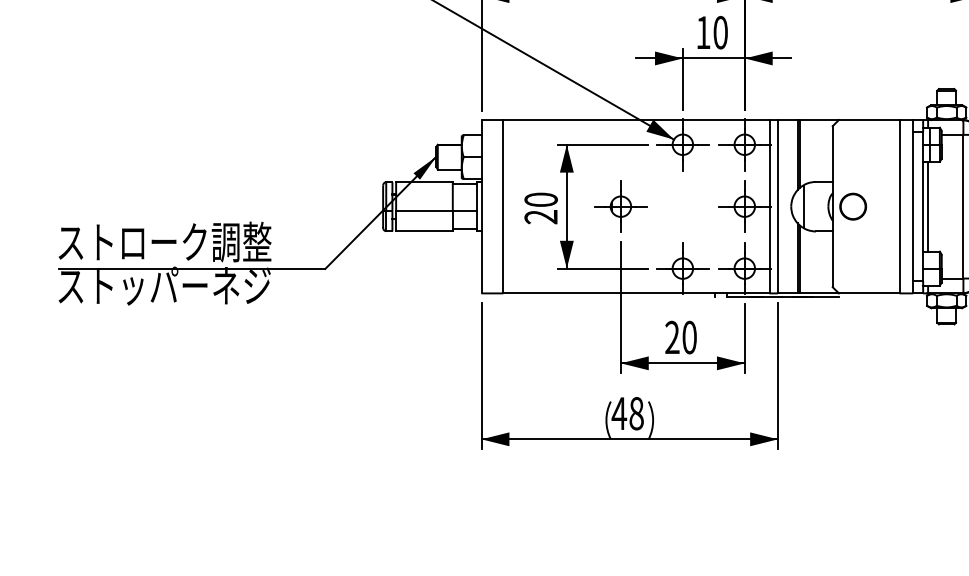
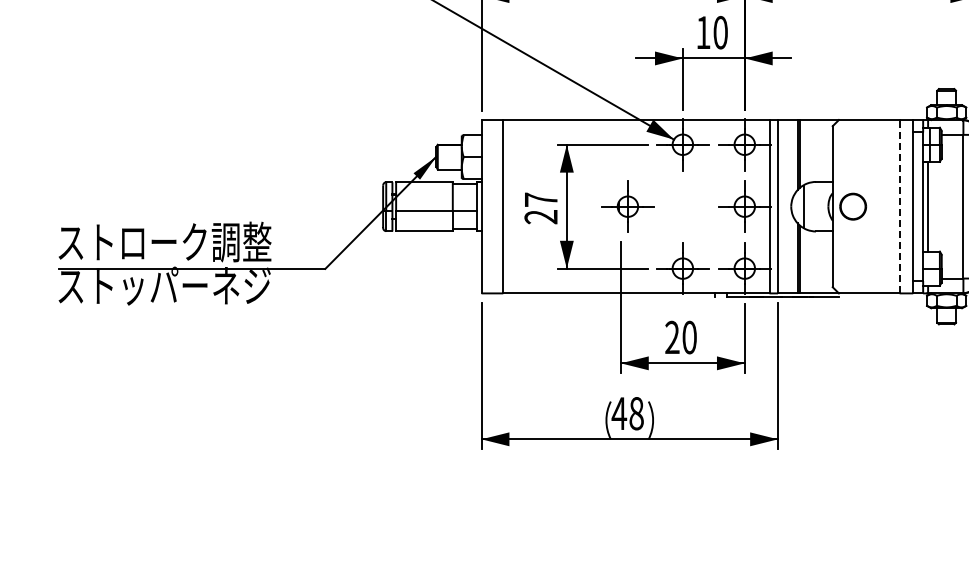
text at (540, 199): 20 -> 27
part at (620, 206) position: (620, 206) -> (627, 206)
line at (899, 206): solid -> dashed
